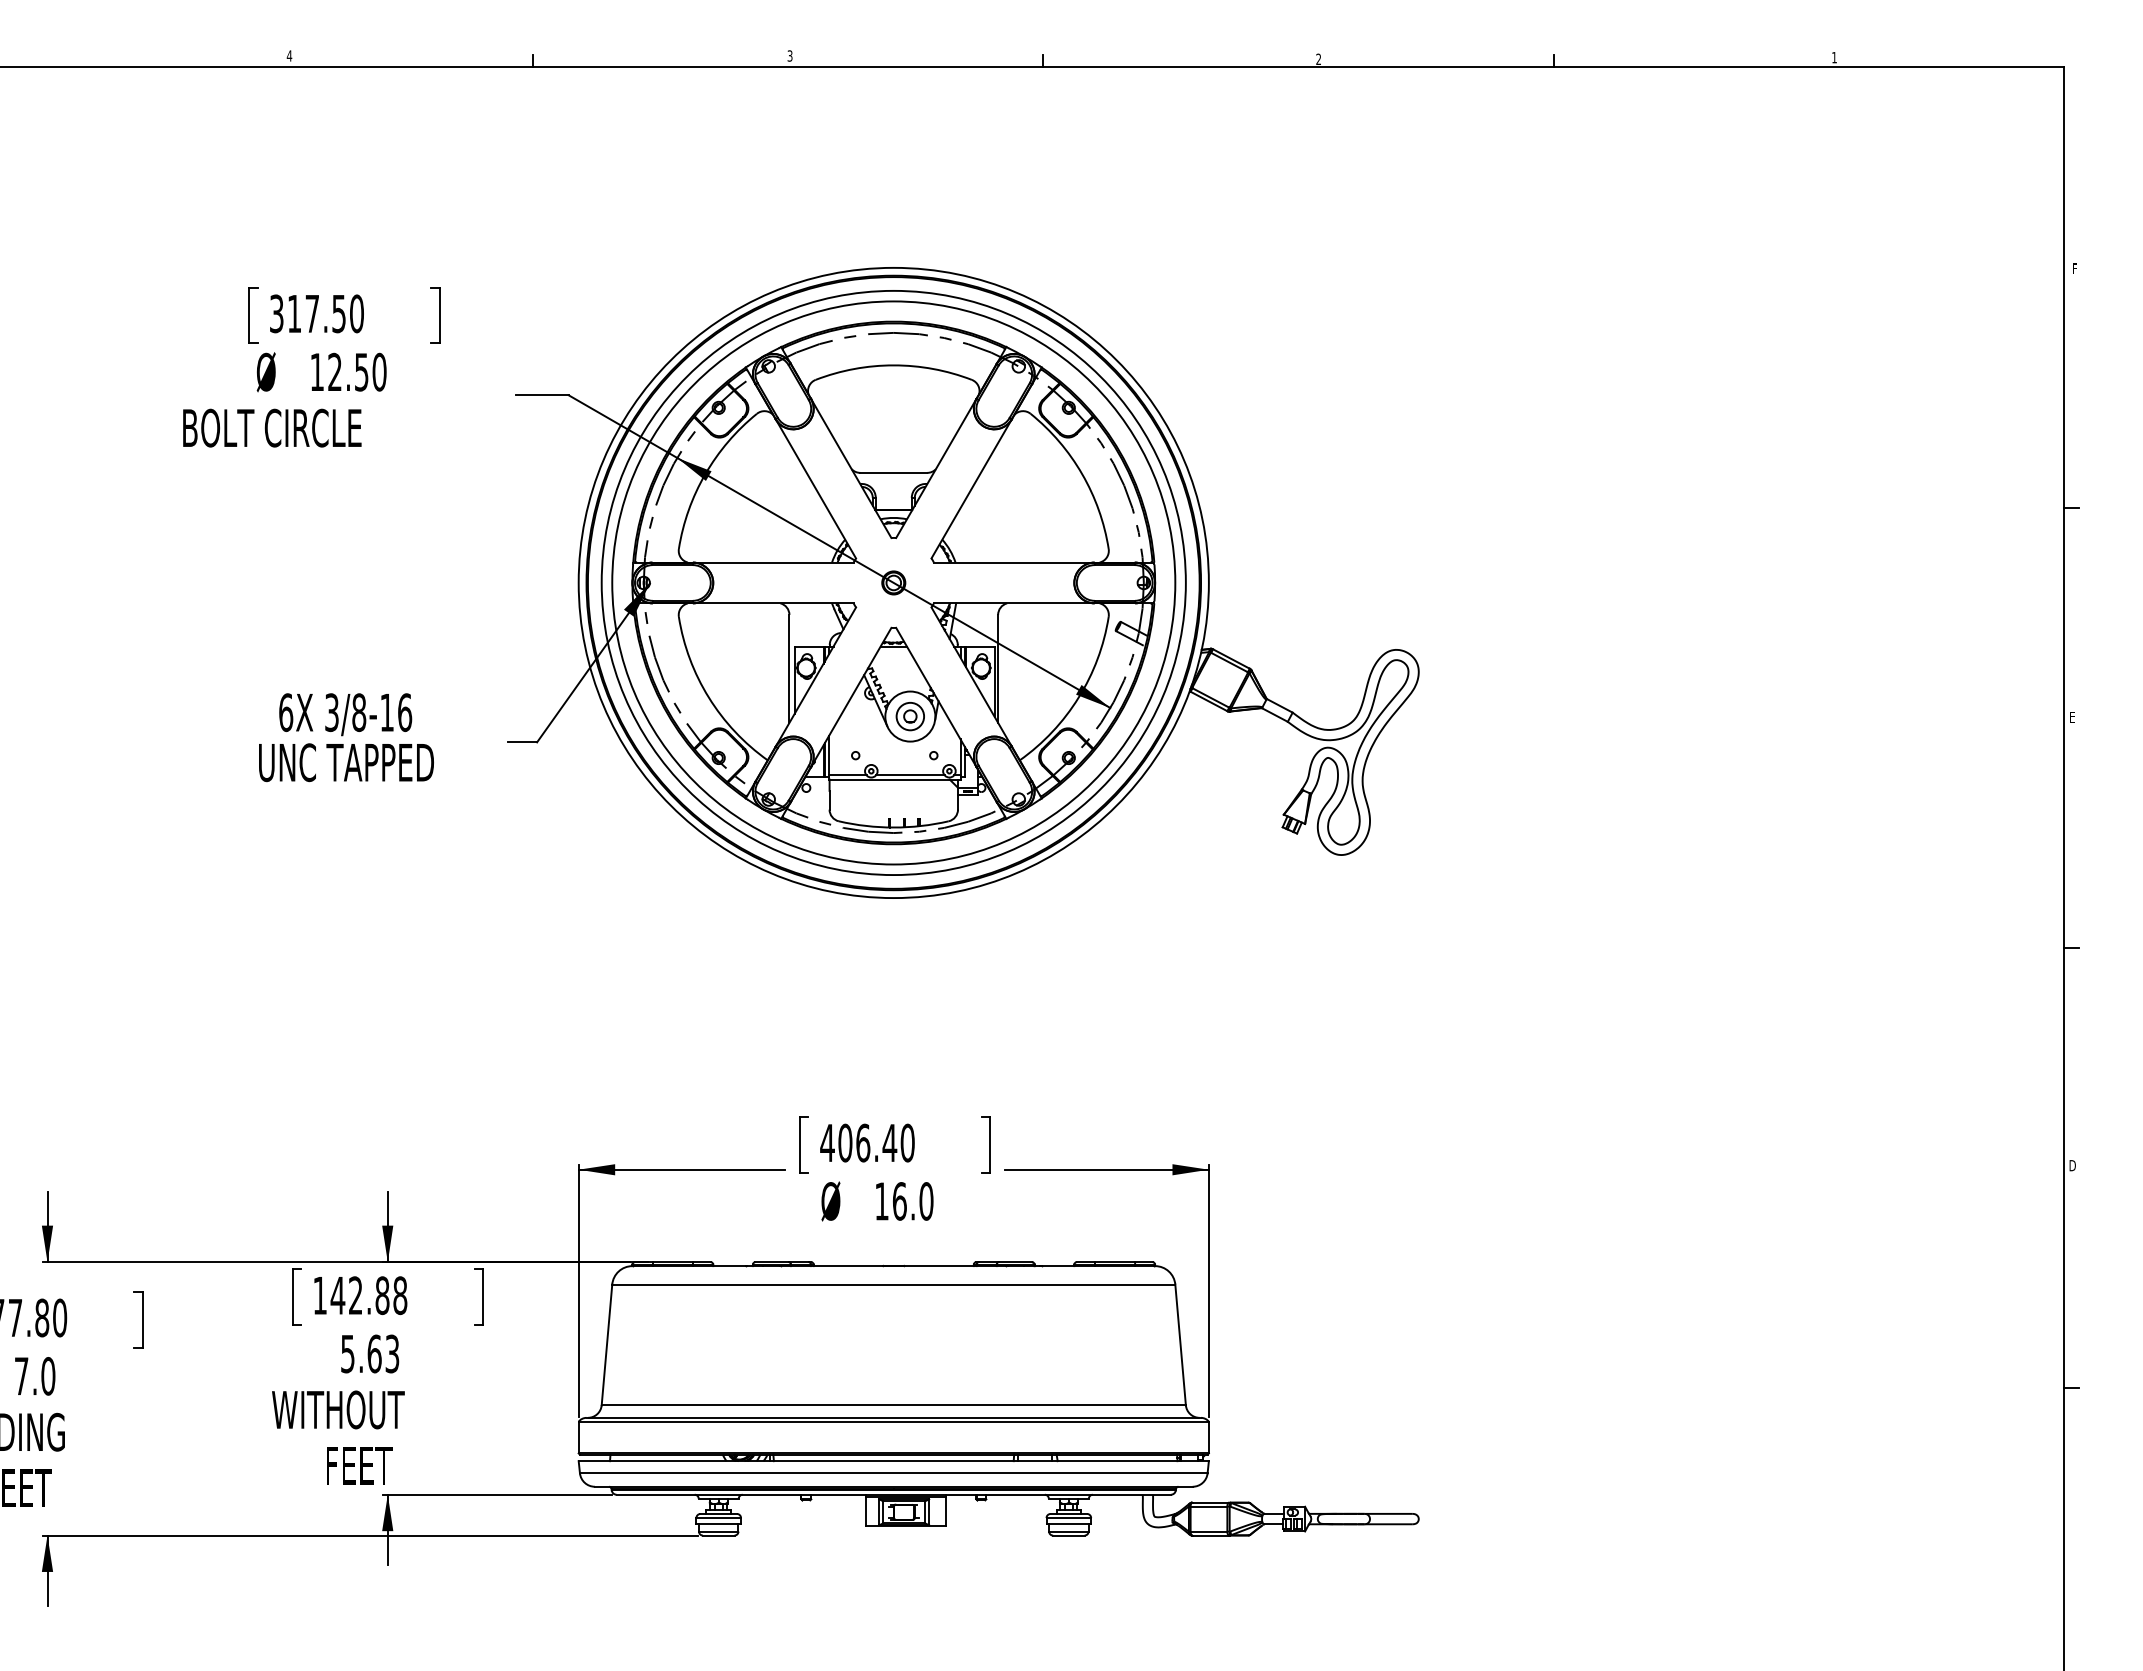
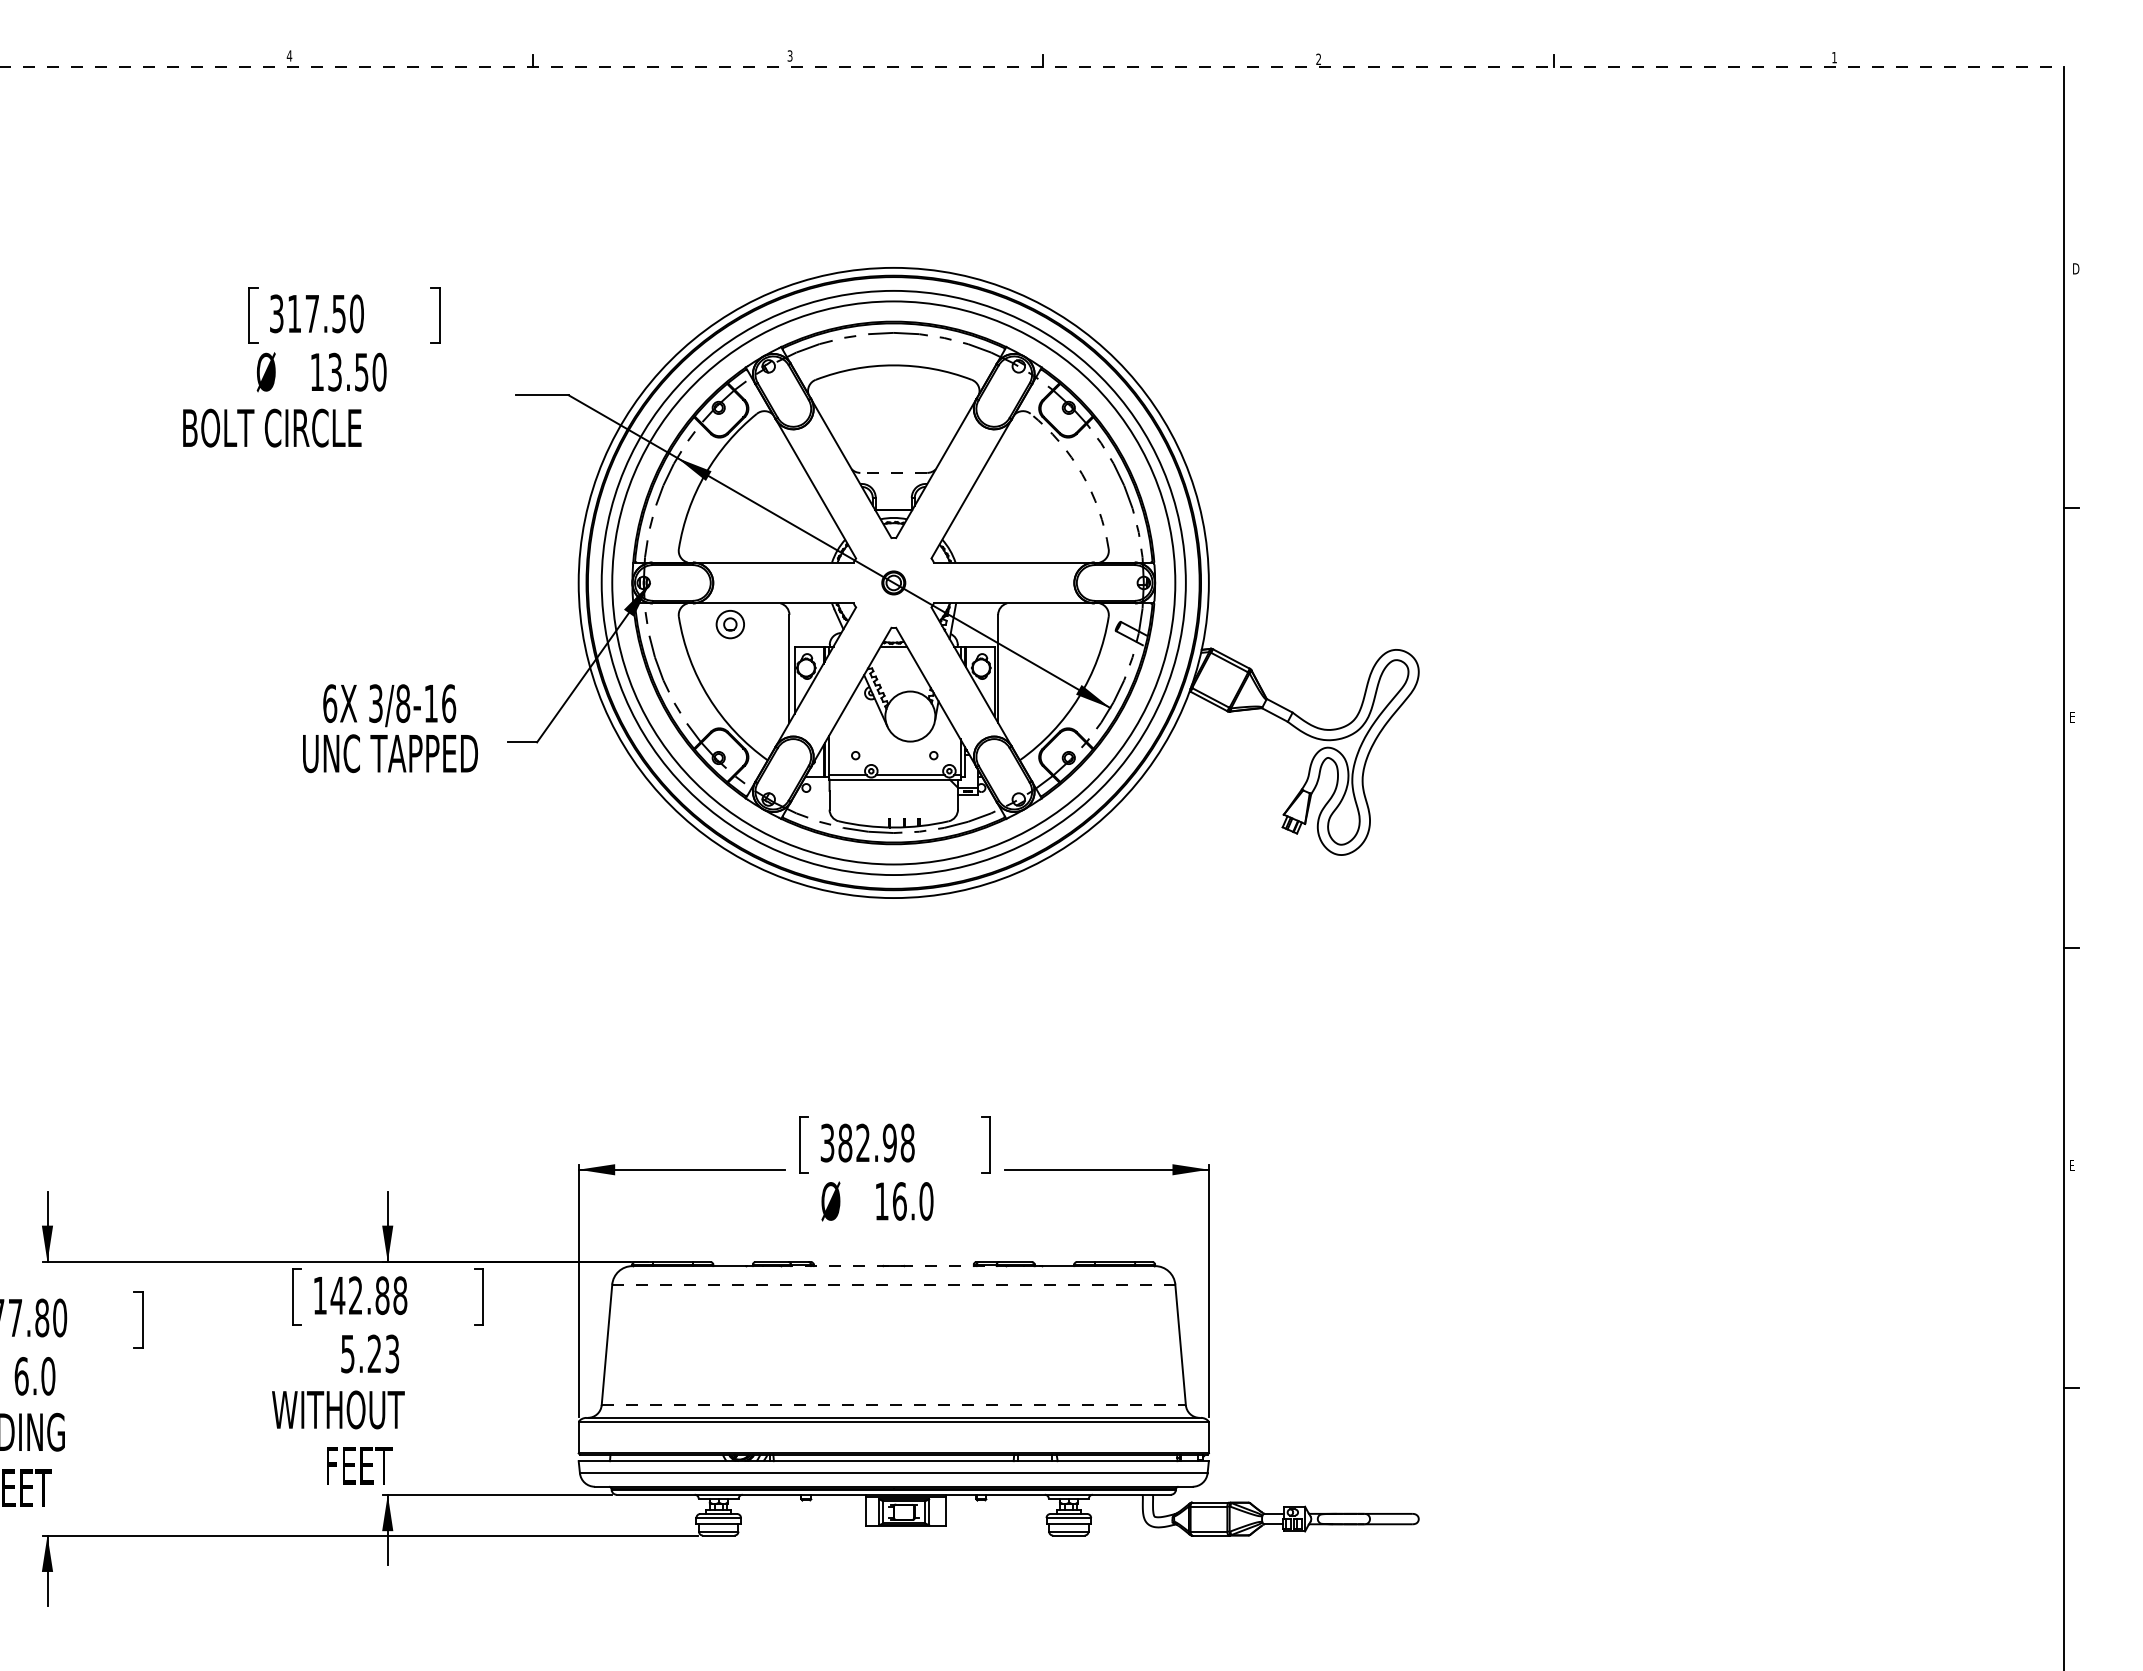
line at (1031, 67): solid -> dashed
text at (2076, 268): F -> D
text at (334, 372): 12.50 -> 13.50
line at (893, 472): solid -> dashed
arc at (1082, 474): solid -> dashed
part at (909, 716) position: (909, 716) -> (729, 624)
text at (346, 737) position: (346, 737) -> (390, 728)
text at (867, 1142): 406.40 -> 382.98
text at (2072, 1165): D -> E
line at (893, 1266): solid -> dashed
line at (893, 1284): solid -> dashed
text at (374, 1353): 5.63 -> 5.23
text at (21, 1376): 7.0 -> 6.0
line at (894, 1405): solid -> dashed
